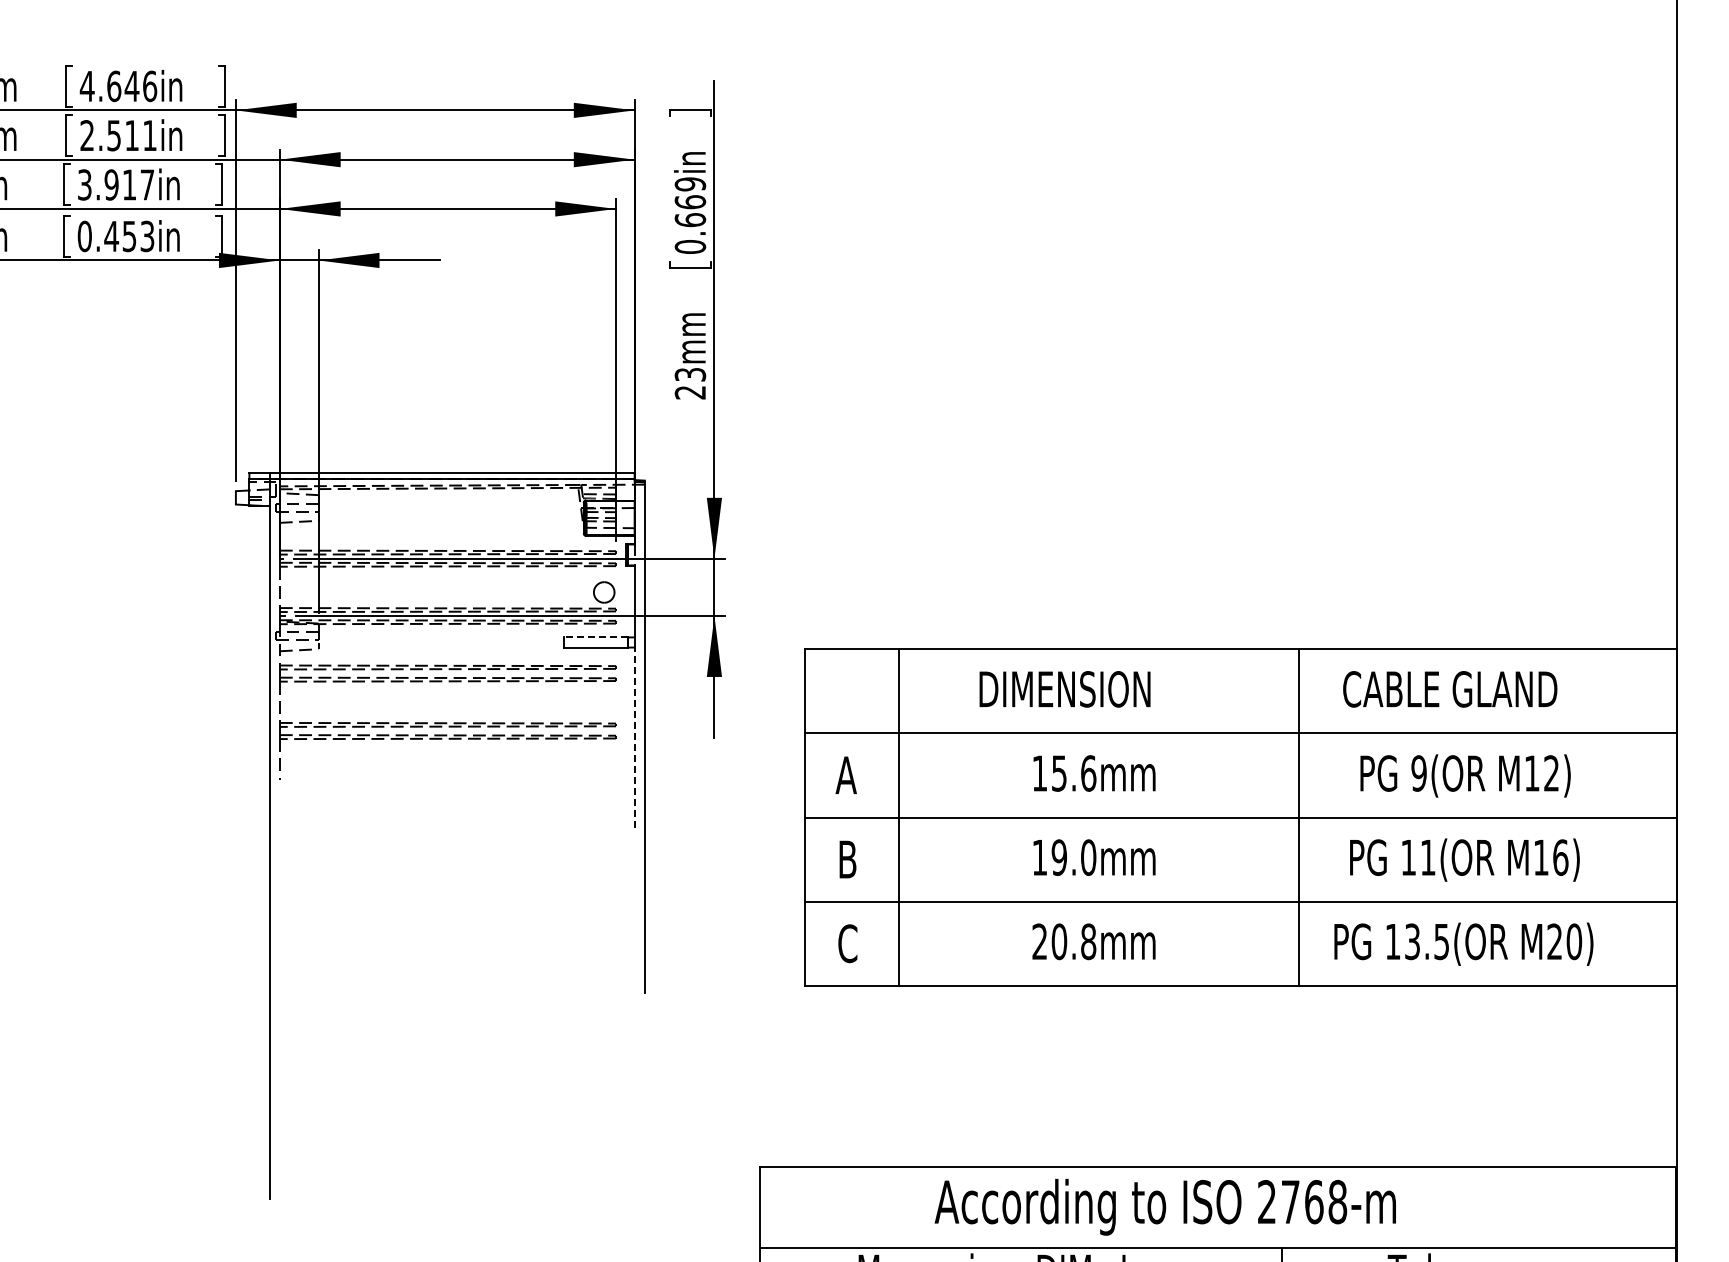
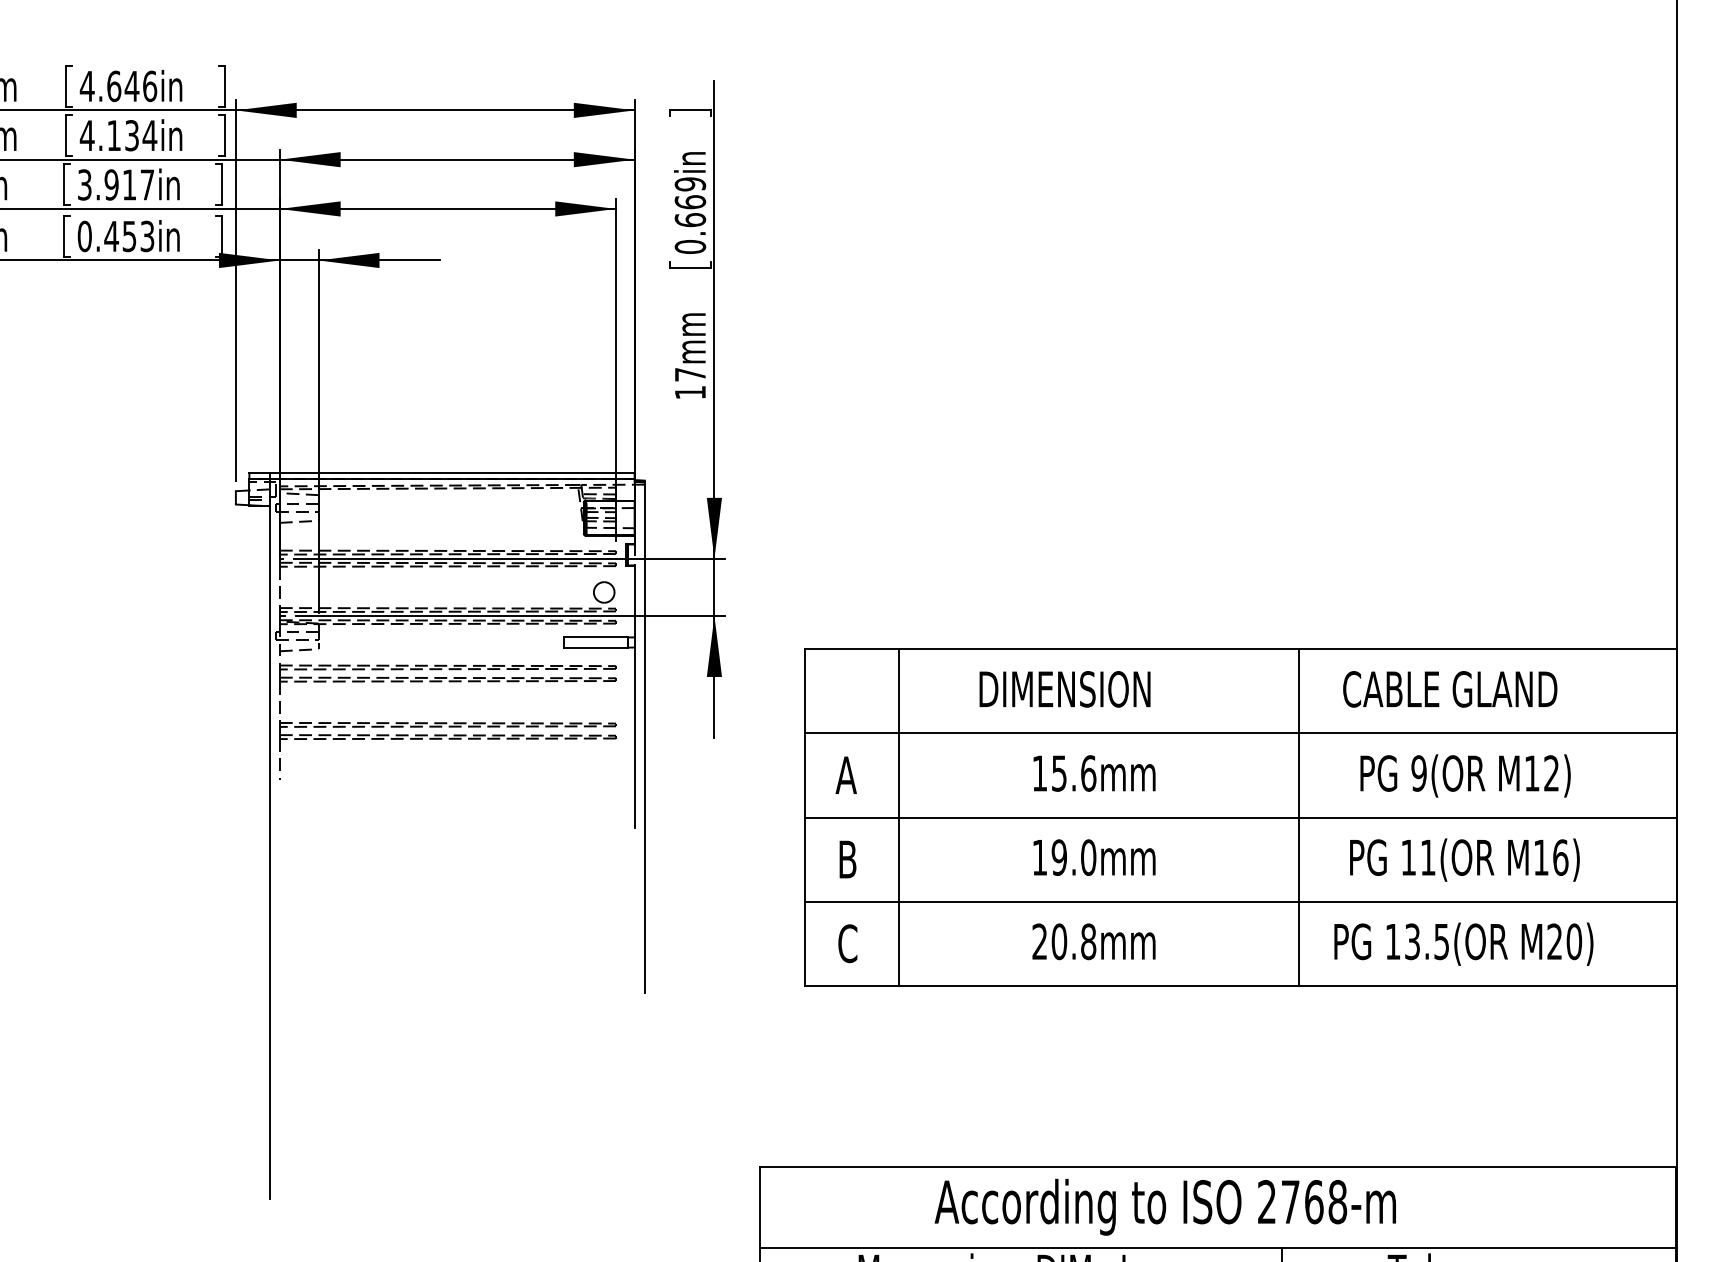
text at (118, 135): 2.511in -> 4.134in
text at (690, 383): 23mm -> 17mm
line at (595, 637): dashed -> solid
line at (634, 737): dashed -> solid
